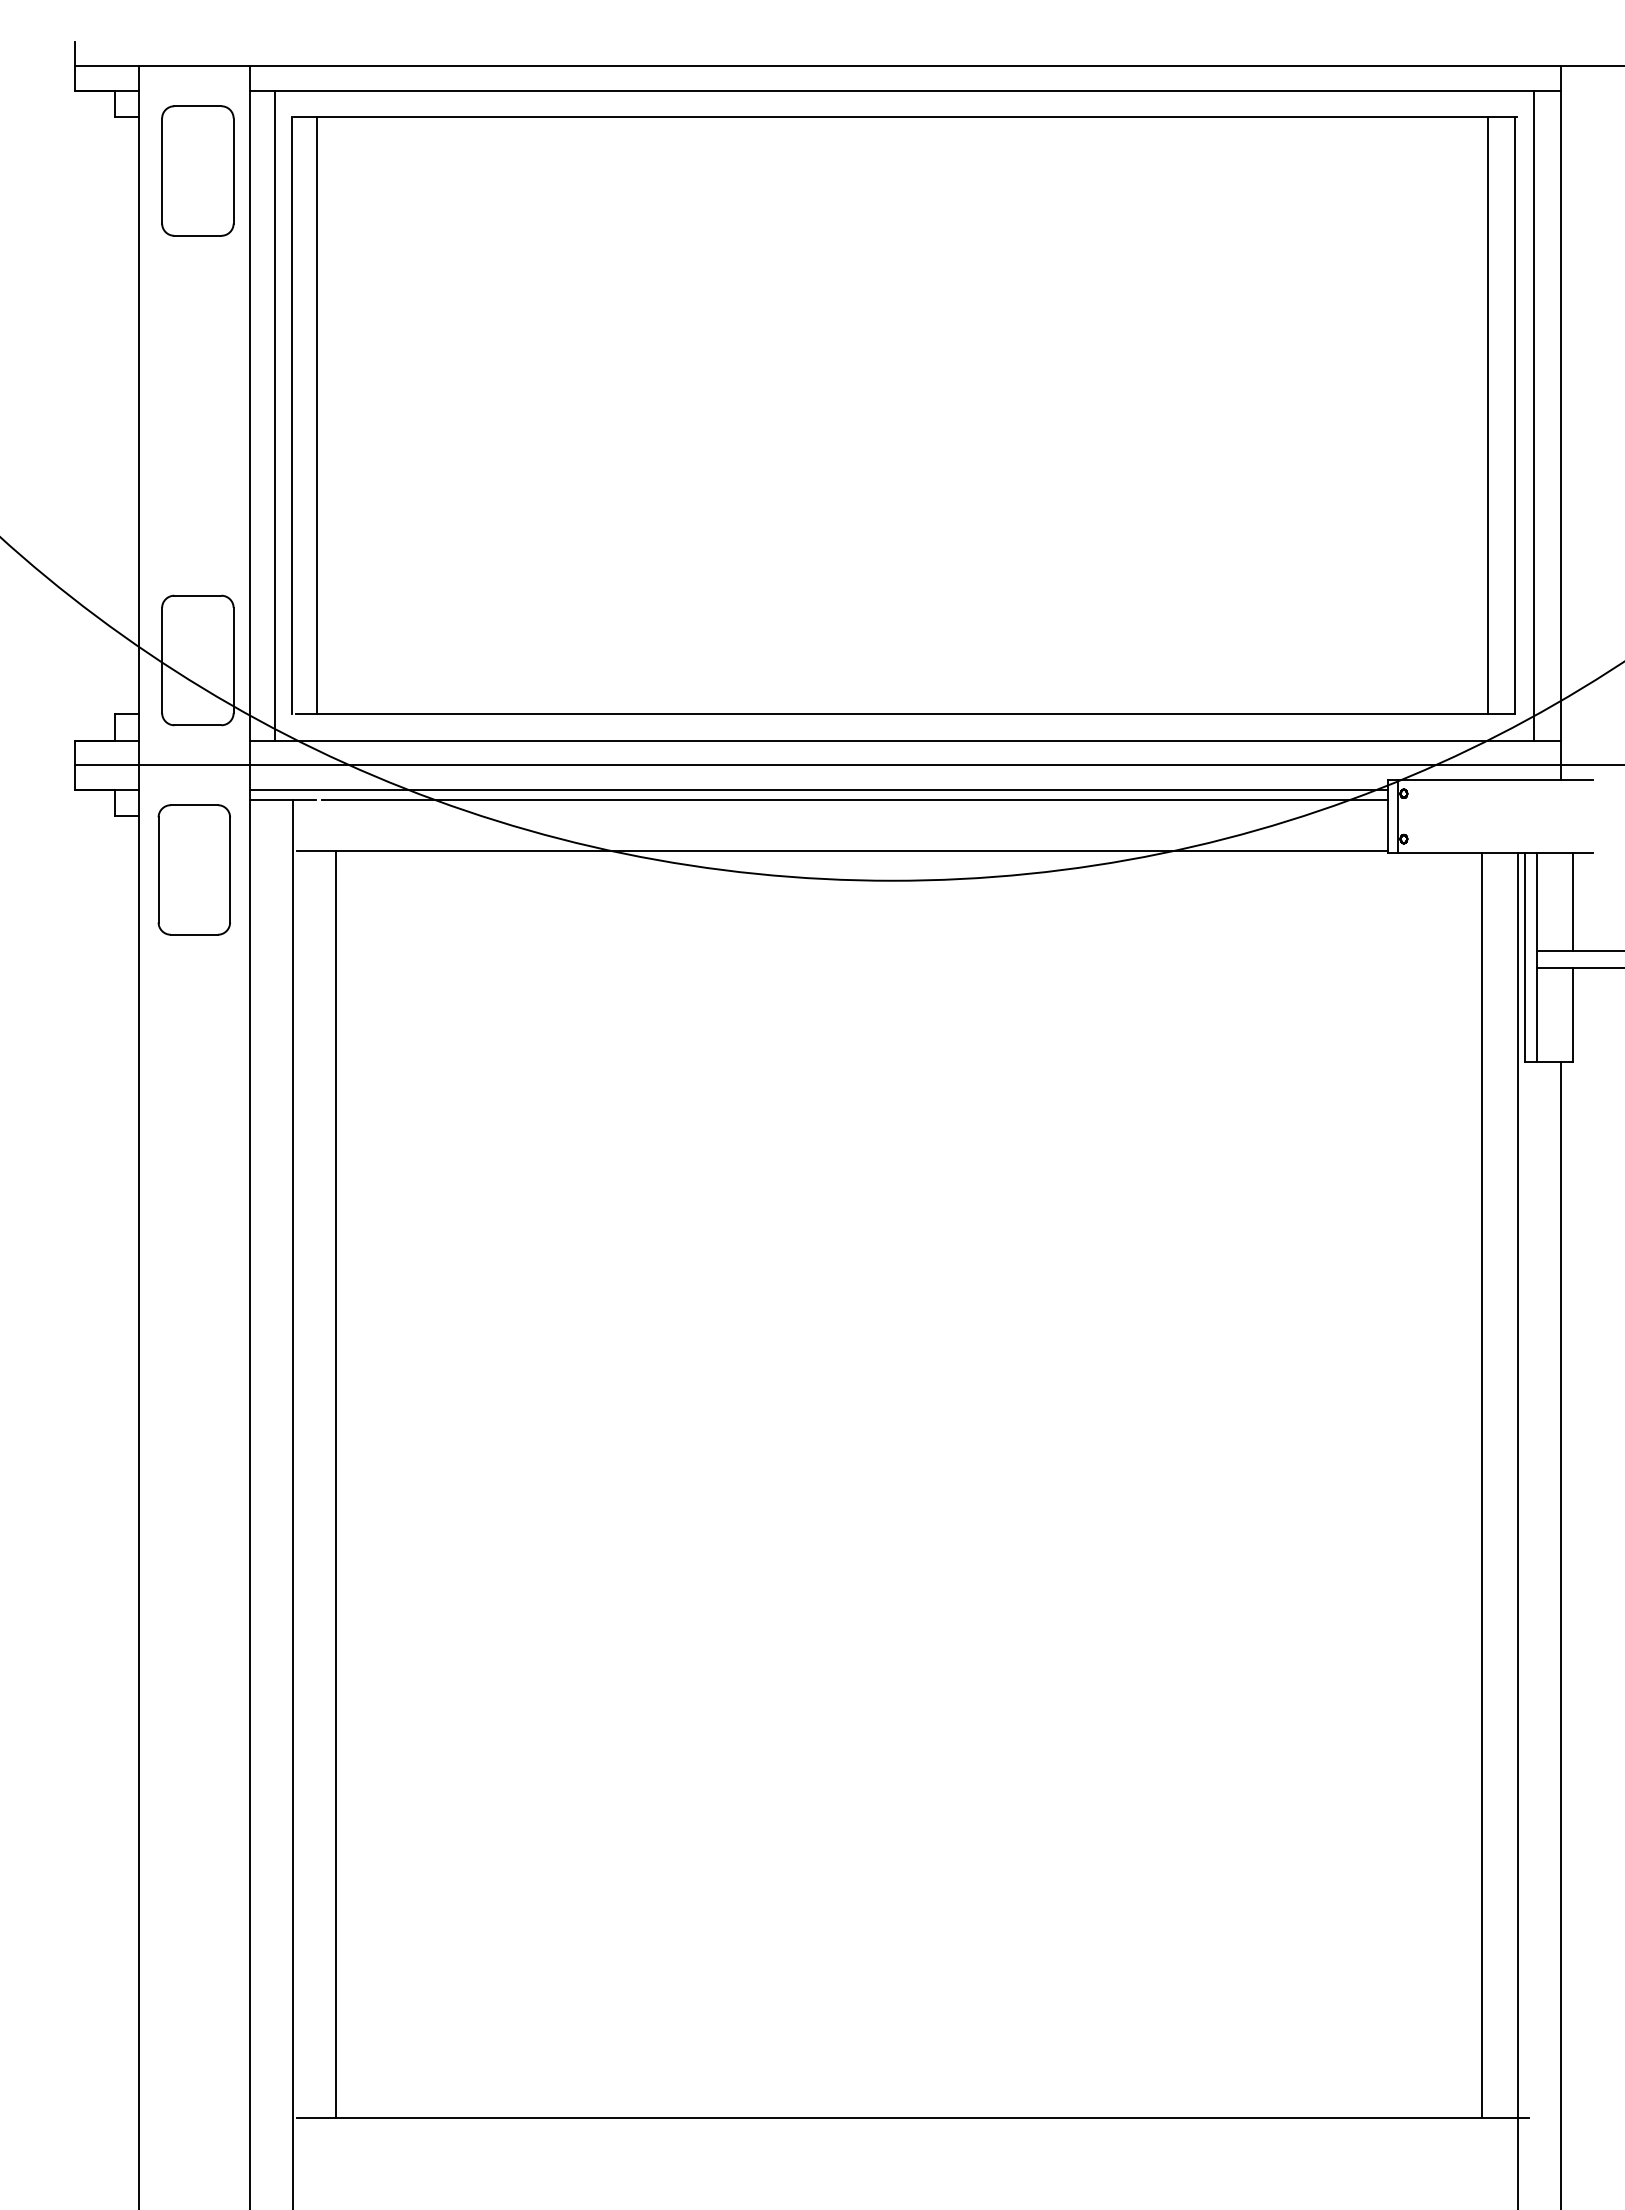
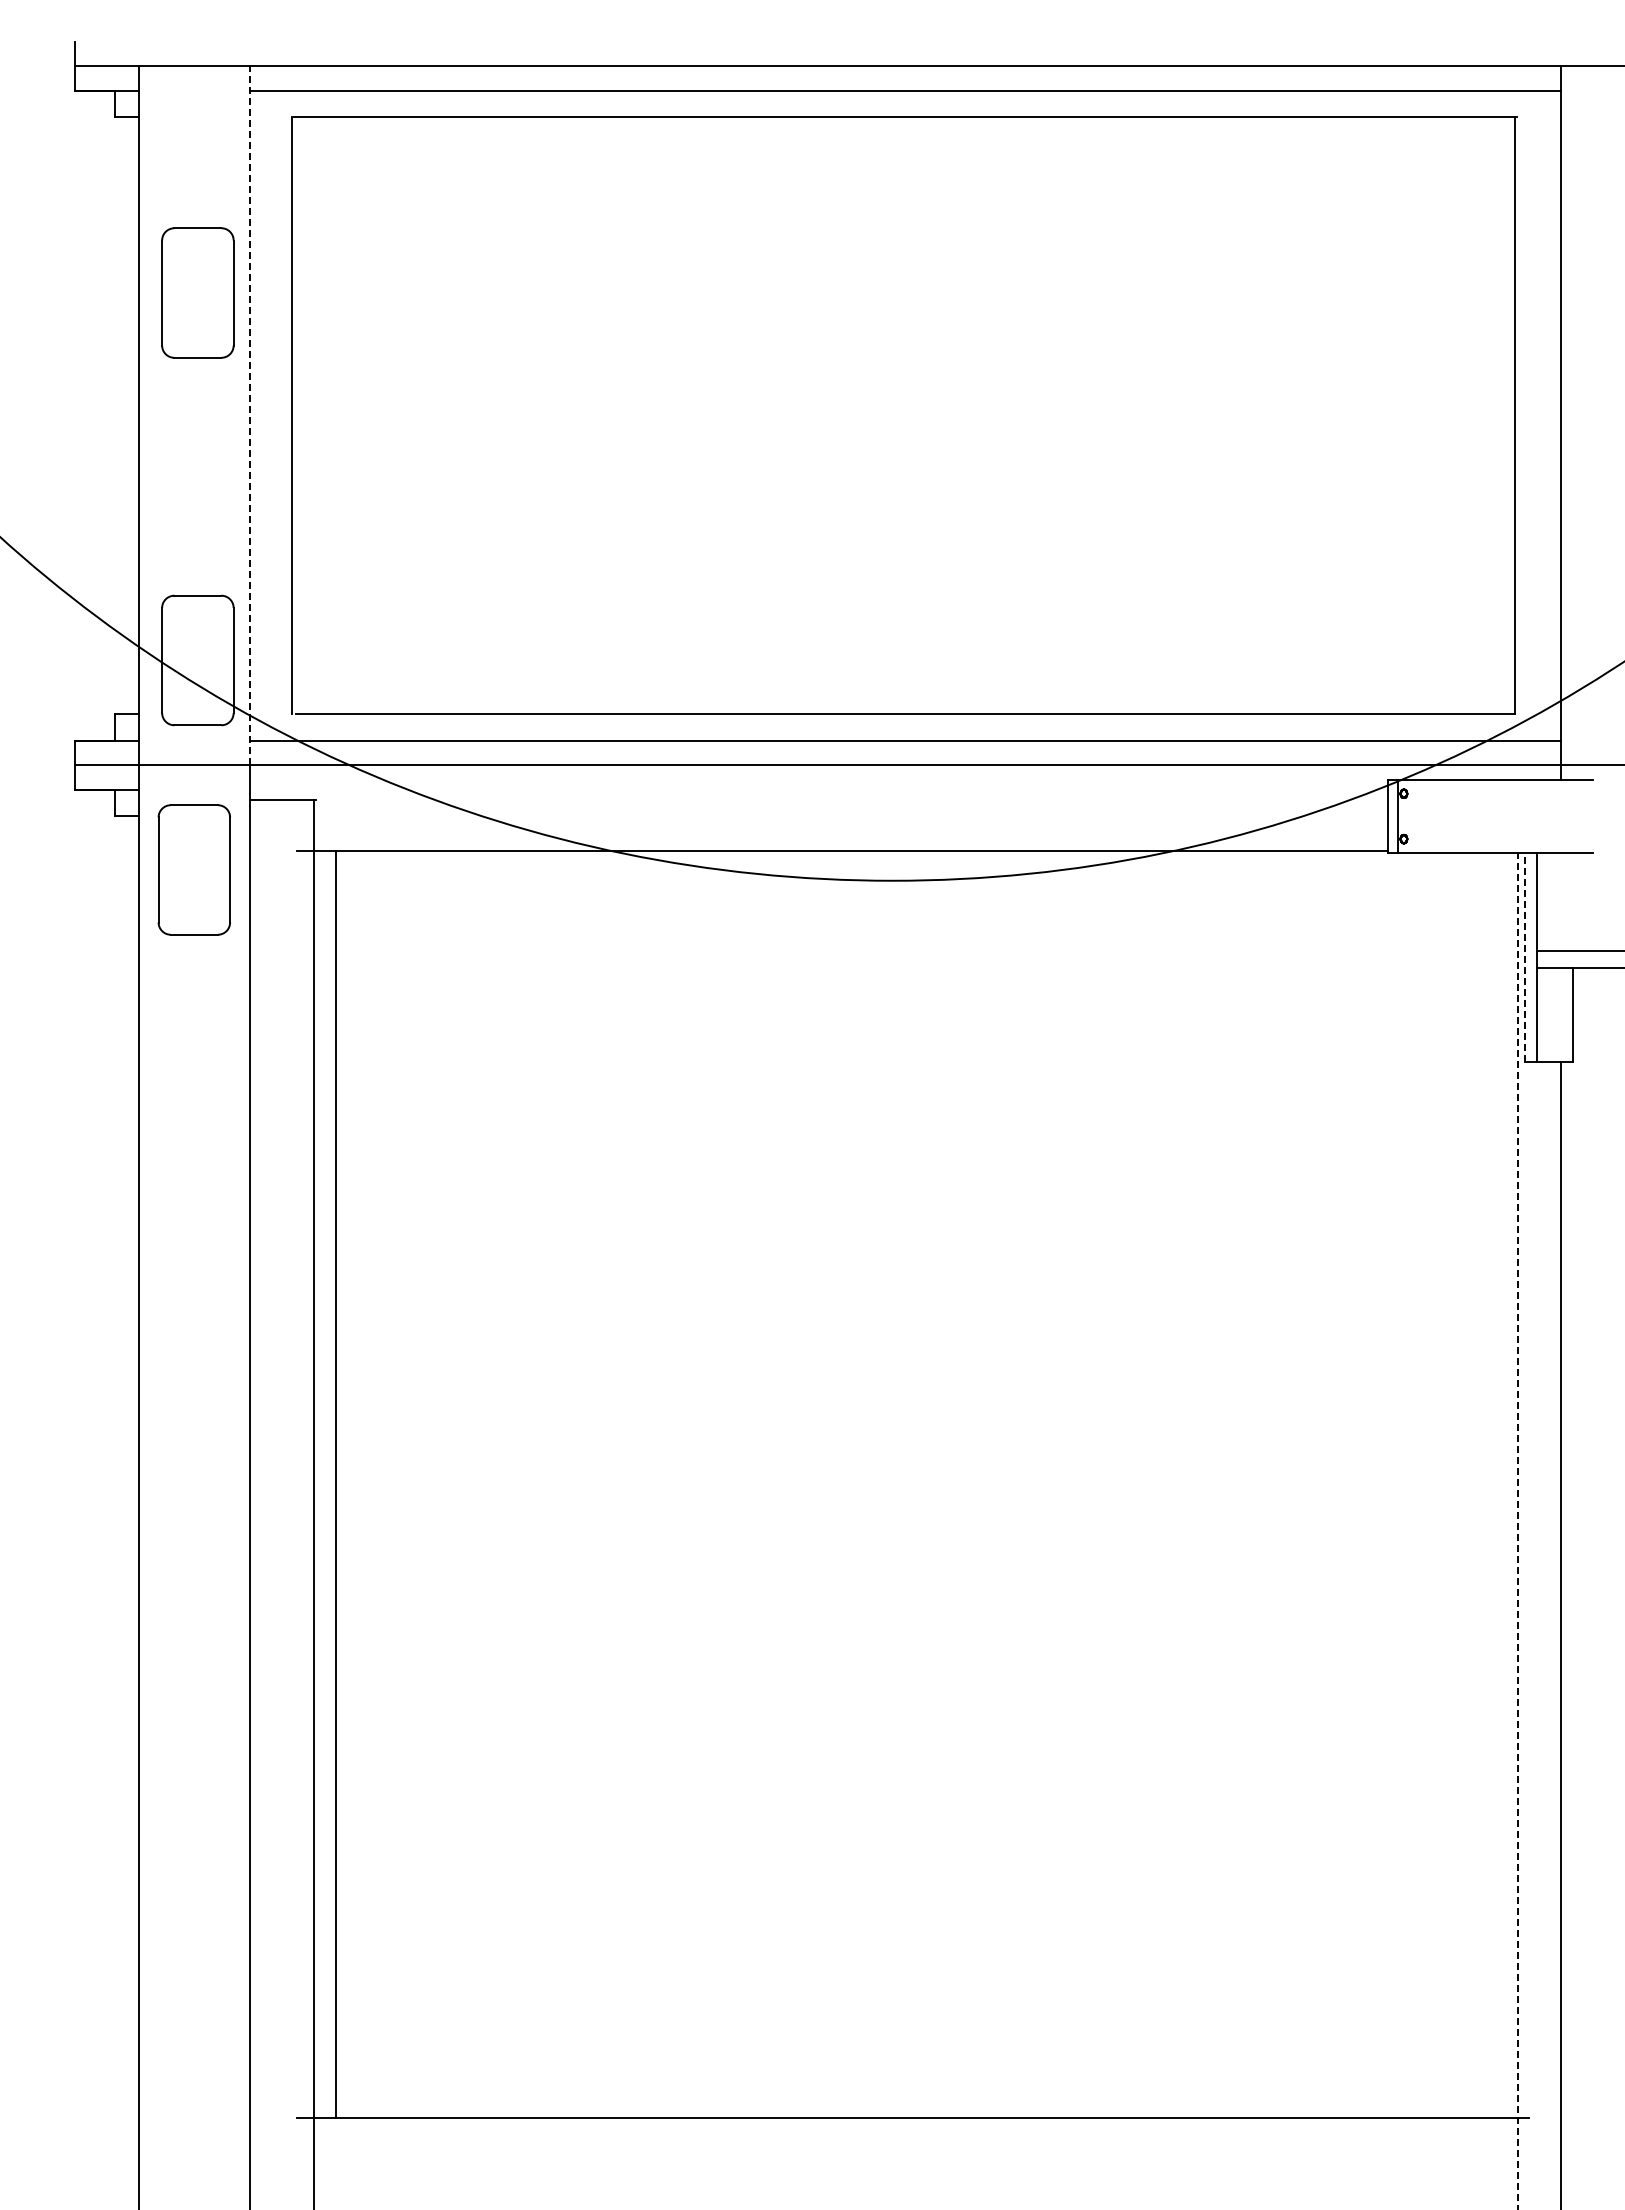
part at (197, 170) position: (197, 170) -> (197, 292)
line at (249, 415): solid -> dashed
line at (274, 415): present -> none
line at (317, 415): present -> none
line at (1488, 415): present -> none
line at (1534, 415): present -> none
line at (818, 789): present -> none
line at (854, 799): present -> none
line at (1572, 902): present -> none
line at (1525, 957): solid -> dashed
line at (1482, 1485): present -> none
line at (293, 1502) position: (293, 1502) -> (314, 1502)
line at (1517, 1531): solid -> dashed
